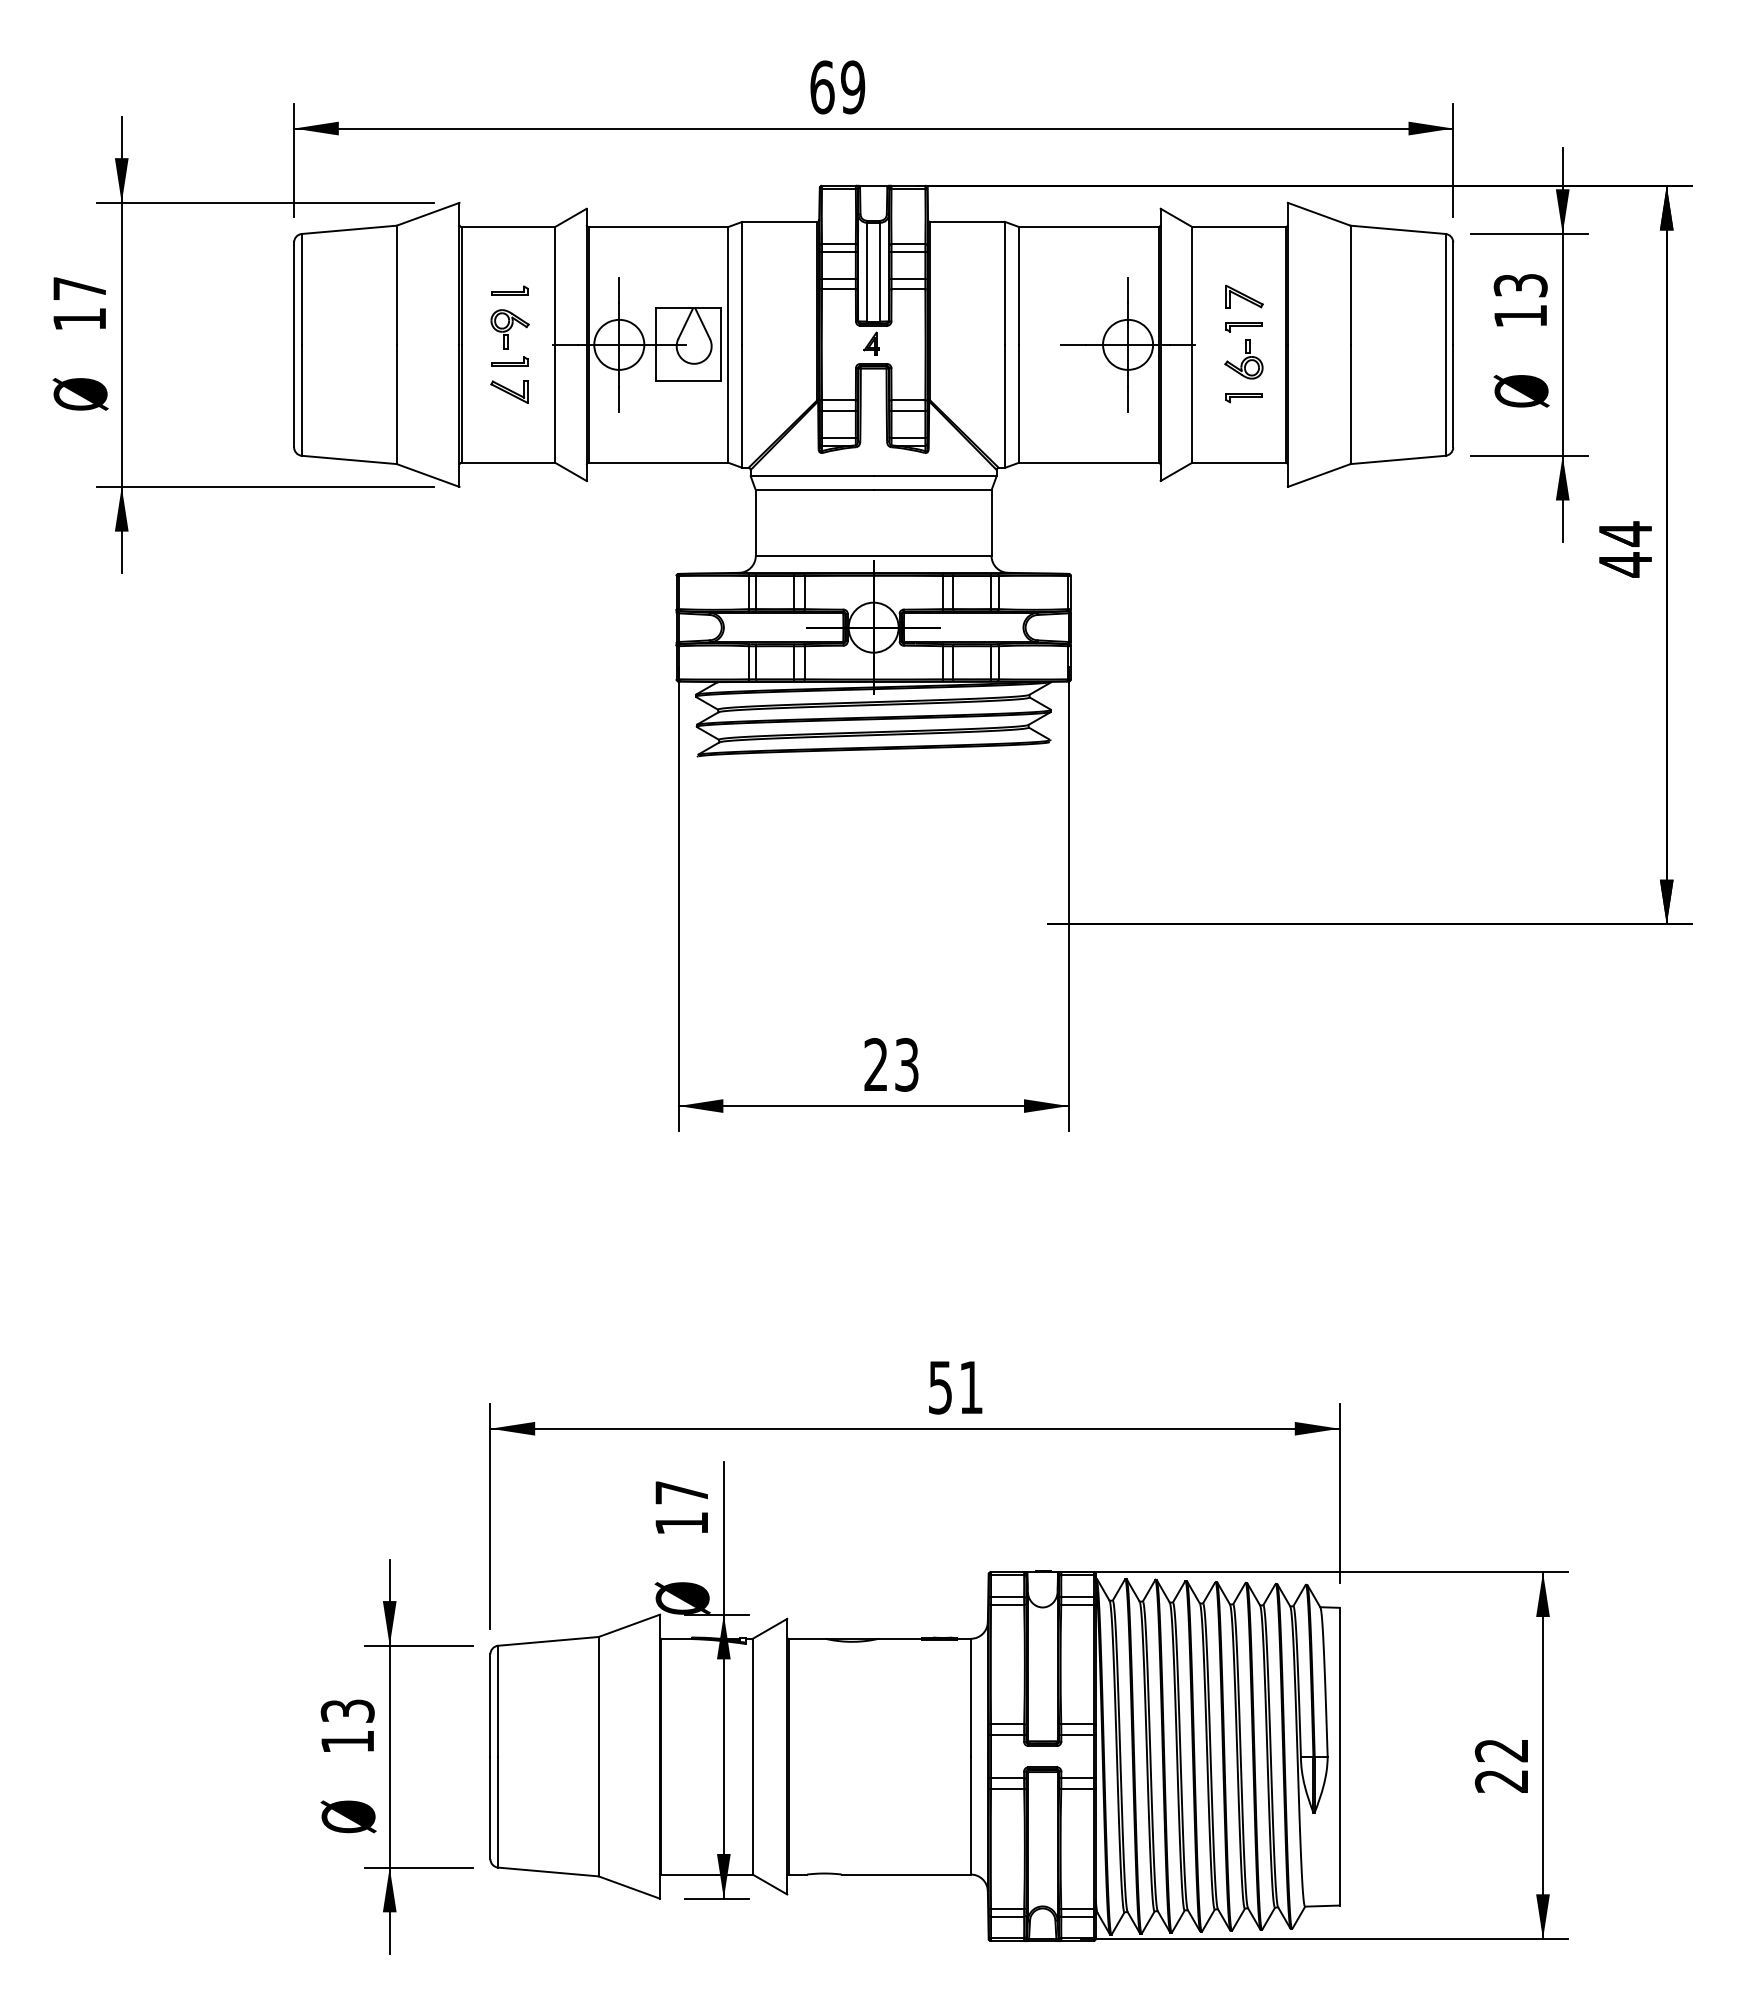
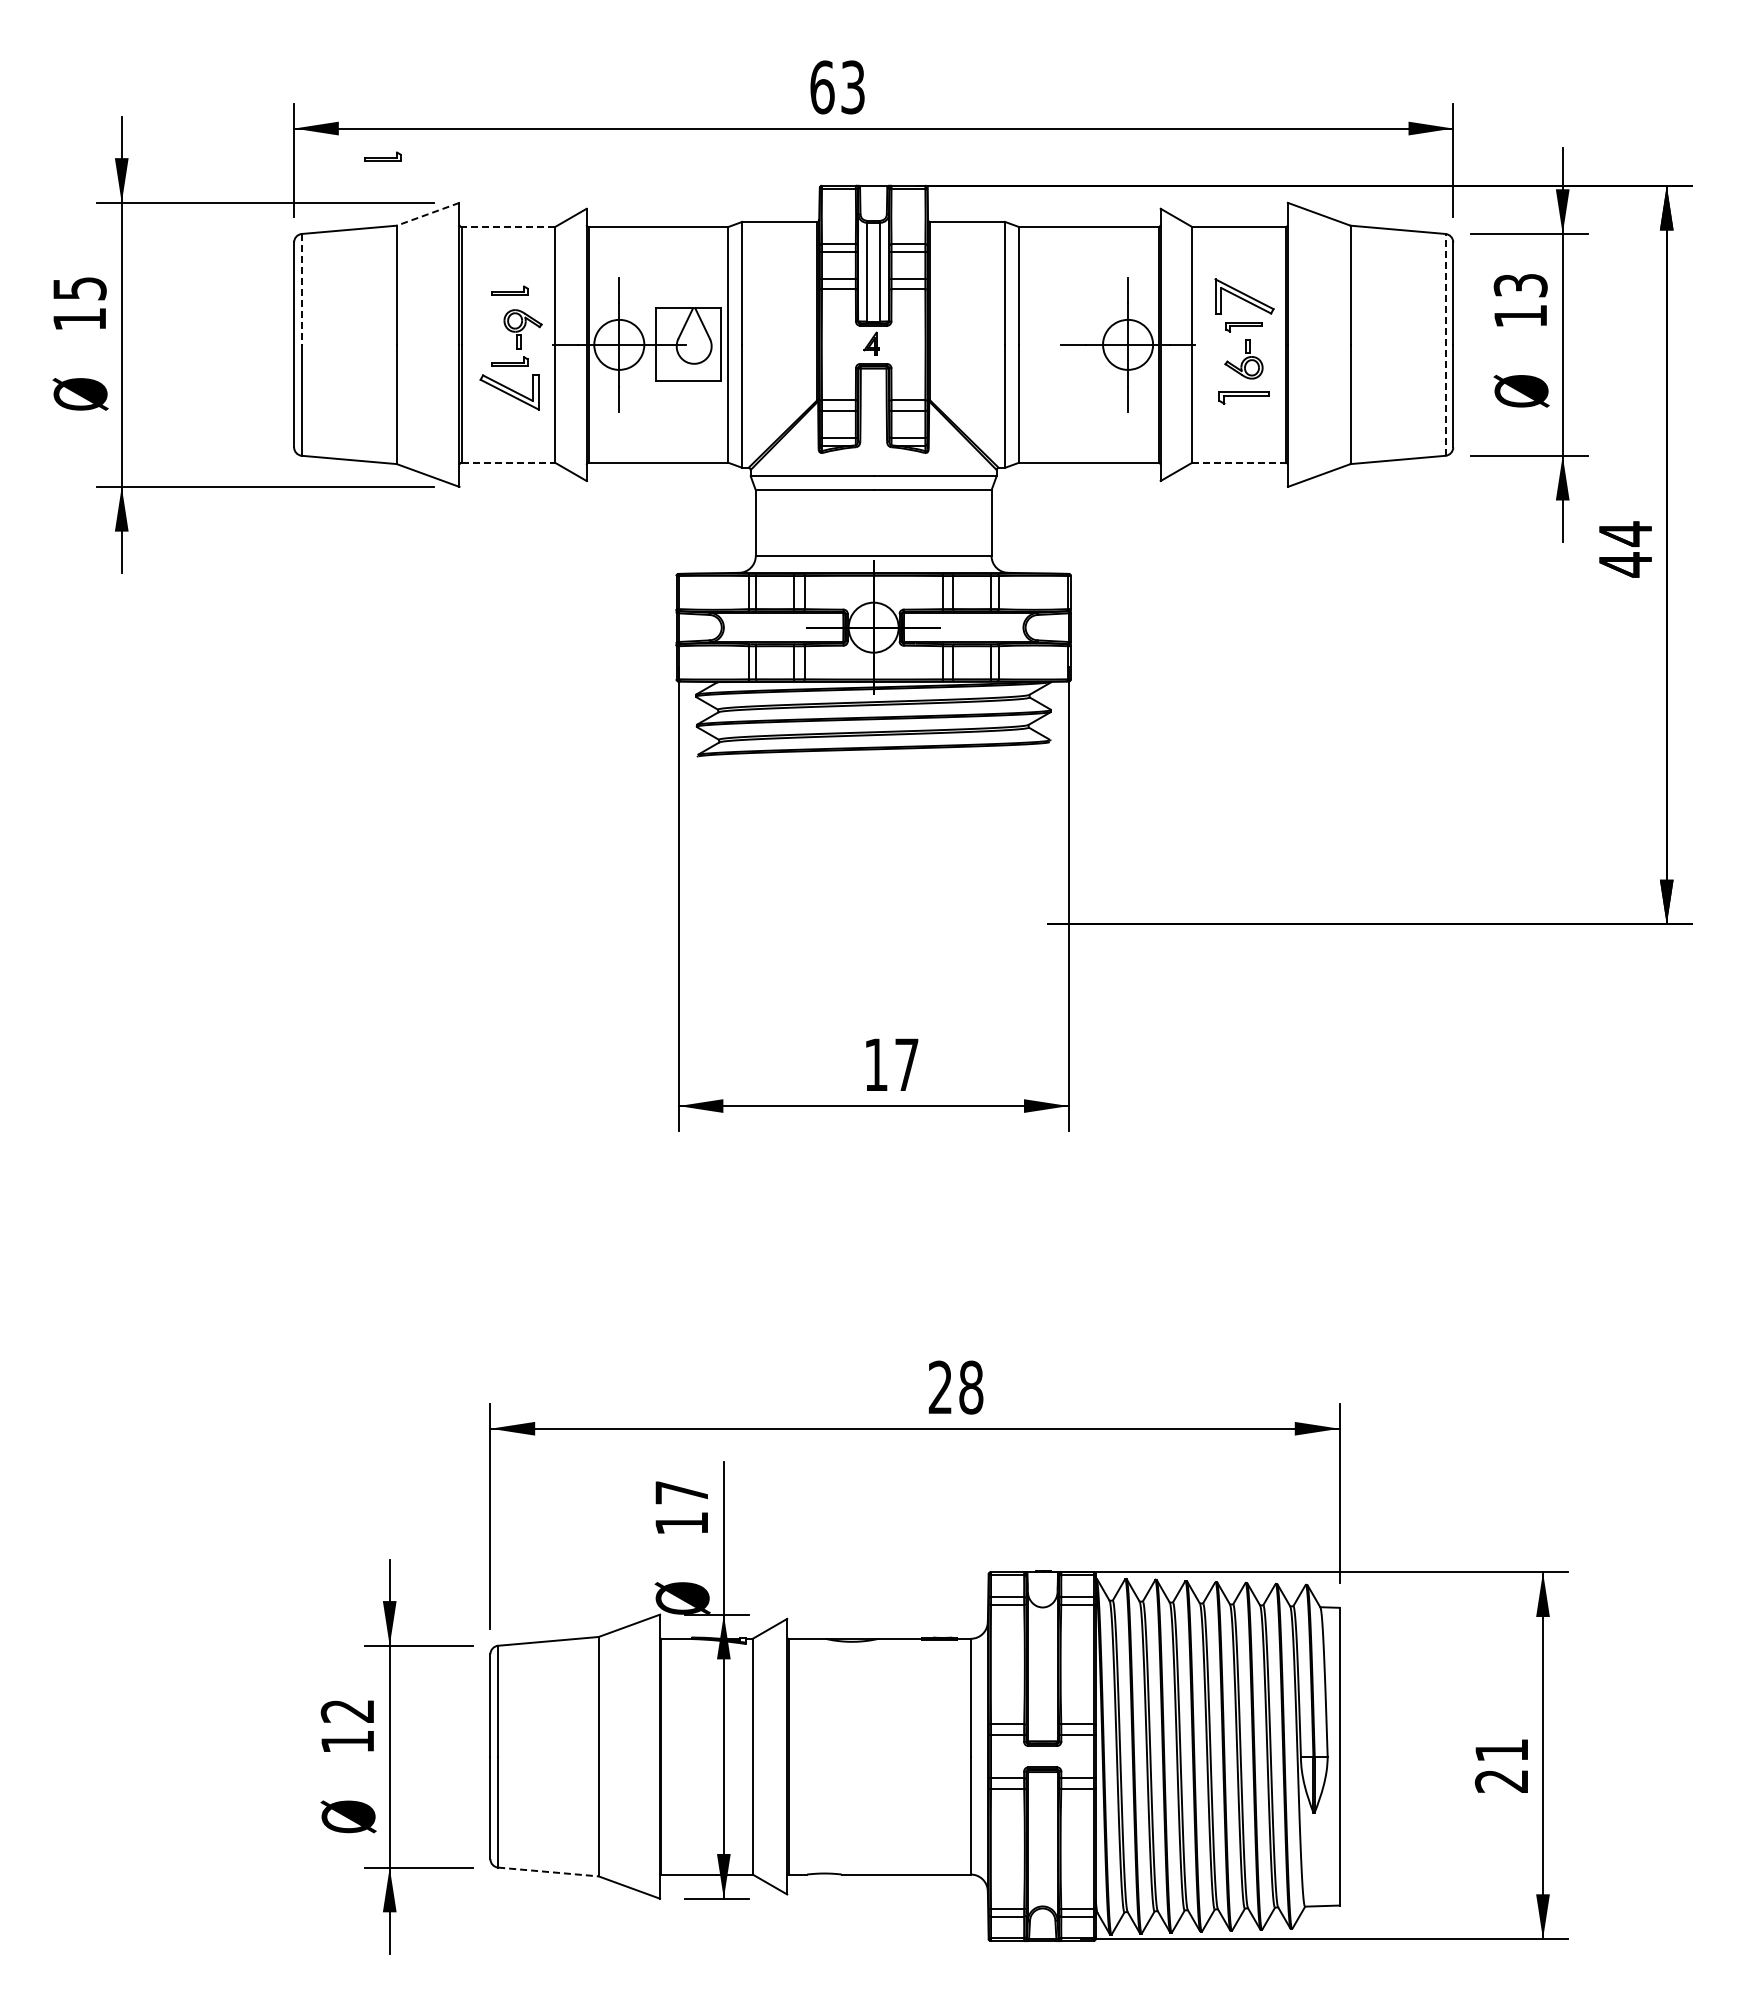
text at (852, 87): 69 -> 63
part at (382, 156): none -> present
line at (427, 214): solid -> dashed
line at (508, 227): solid -> dashed
text at (79, 288): 17 -> 15
line at (301, 289): solid -> dashed
part at (1244, 296) size: 39x25 px -> 61x37 px
part at (509, 329) position: (509, 329) -> (522, 329)
line at (1445, 344): solid -> dashed
part at (509, 391) size: 39x24 px -> 61x37 px
part at (1243, 398) size: 38x11 px -> 52x14 px
line at (508, 462): solid -> dashed
line at (1239, 462): solid -> dashed
text at (891, 1064): 23 -> 17
text at (955, 1387): 51 -> 28
text at (347, 1710): 13 -> 12
text at (1500, 1750): 22 -> 21
line at (548, 1872): solid -> dashed
